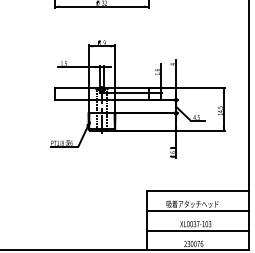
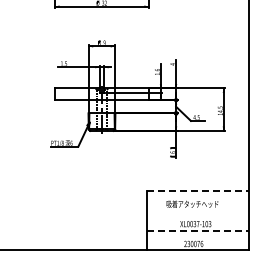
line at (198, 190): solid -> dashed
line at (197, 210): present -> none
line at (198, 231): solid -> dashed
